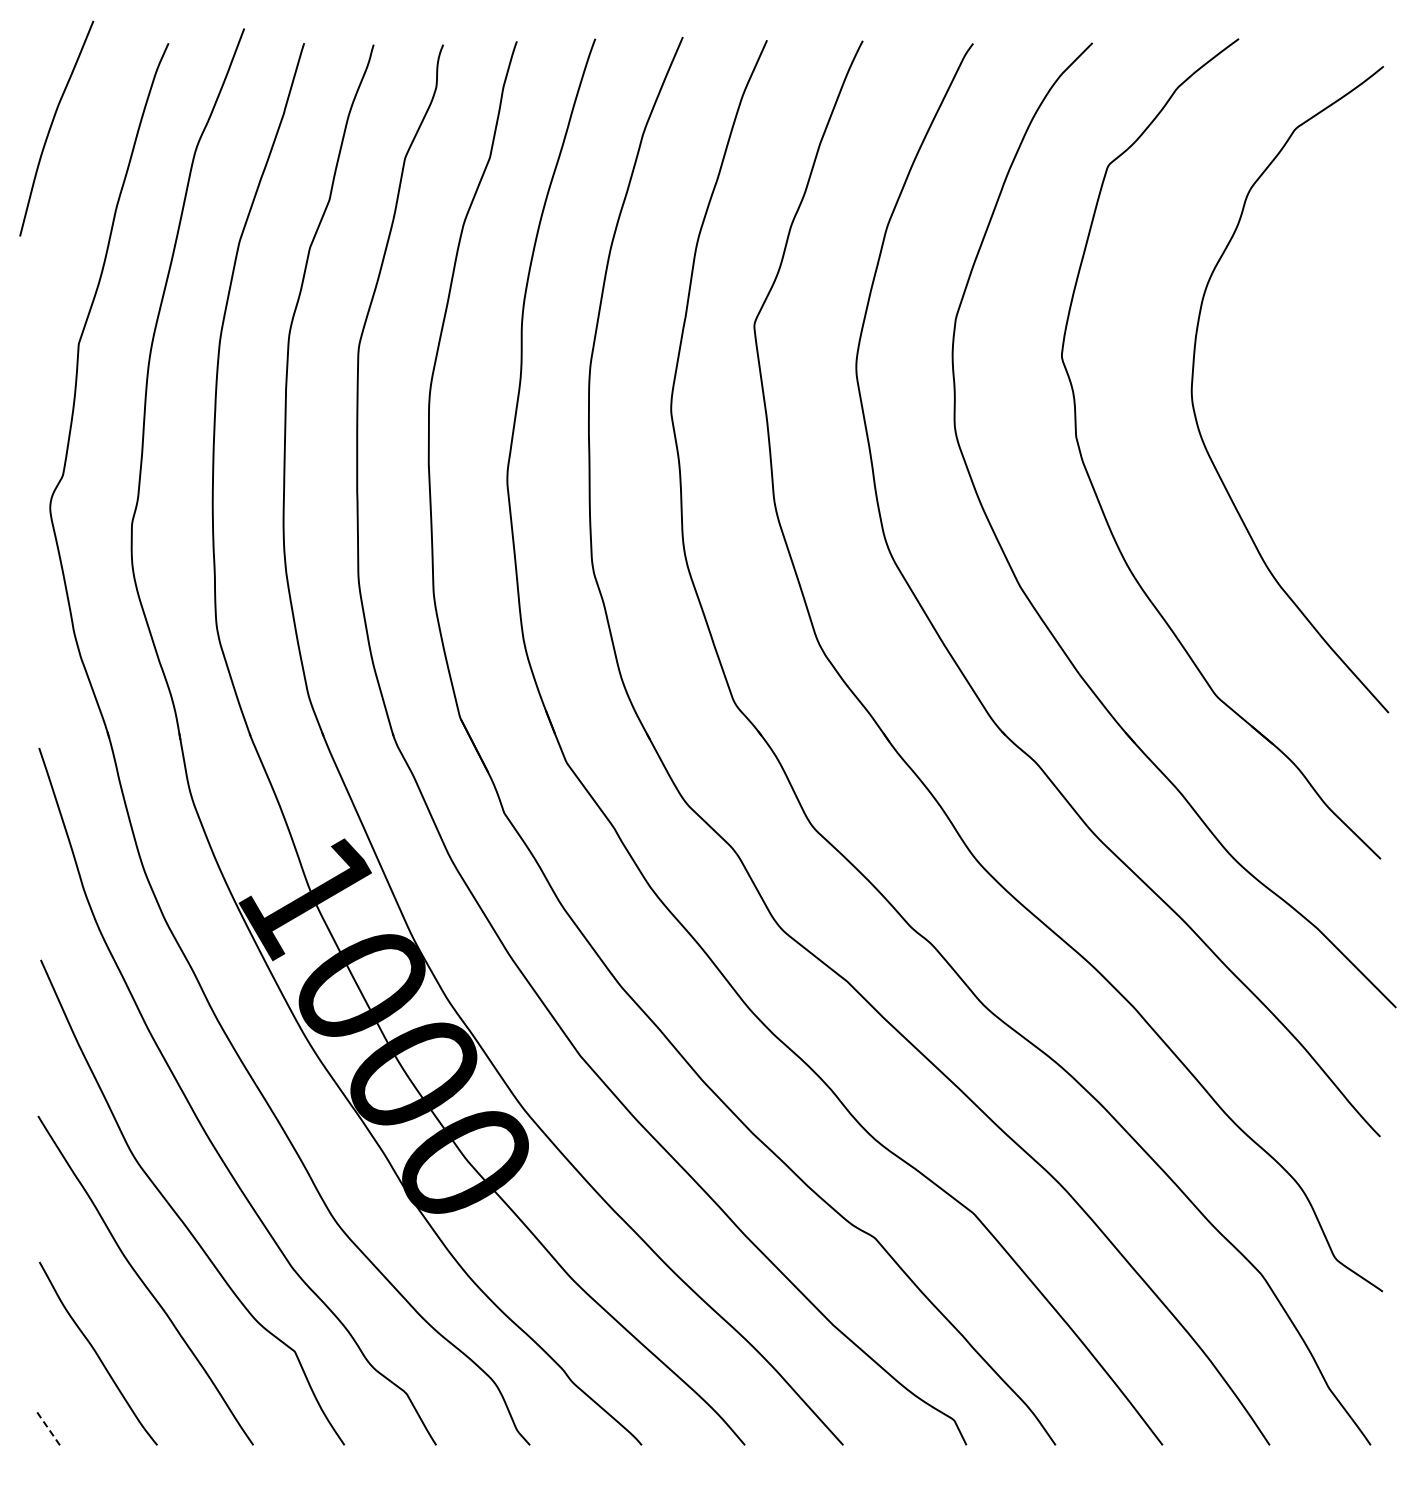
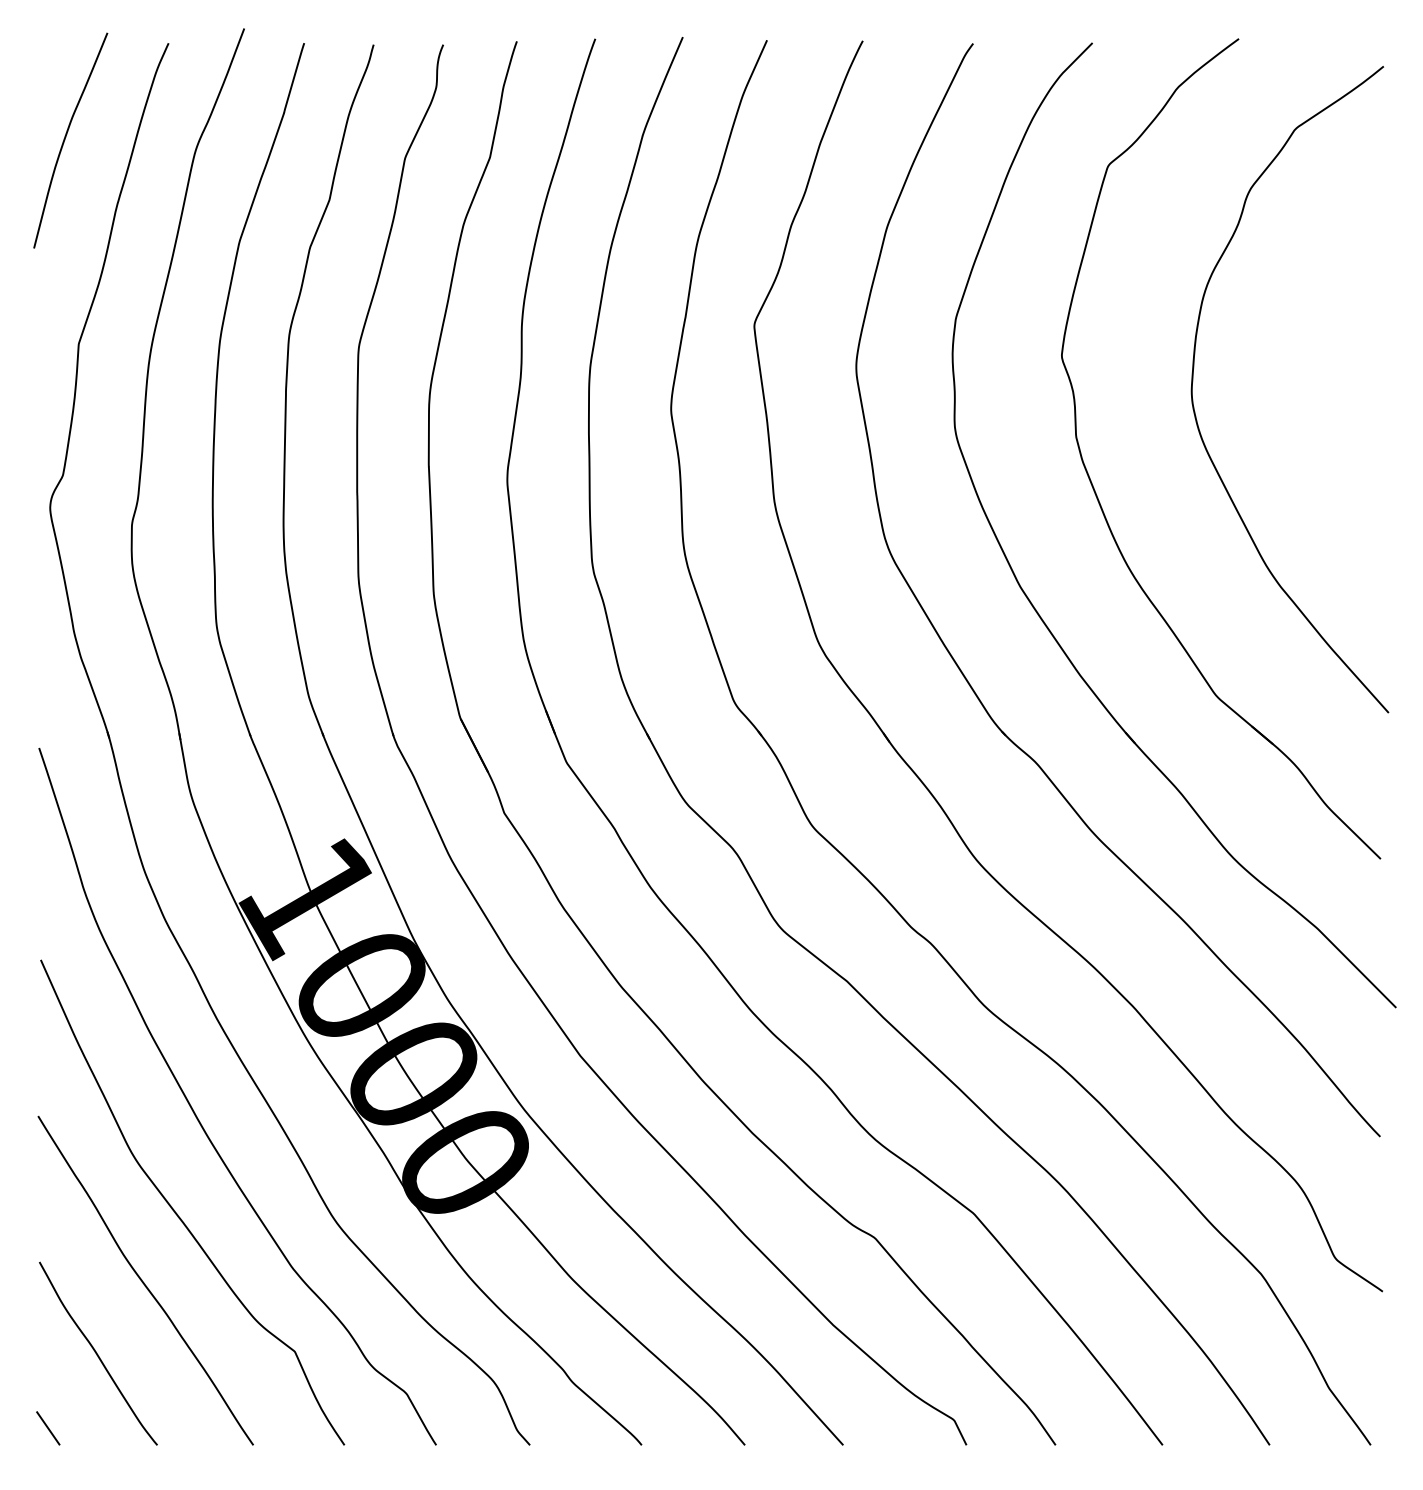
curve at (52, 125) position: (52, 125) -> (66, 137)
line at (48, 1428): dashed -> solid
